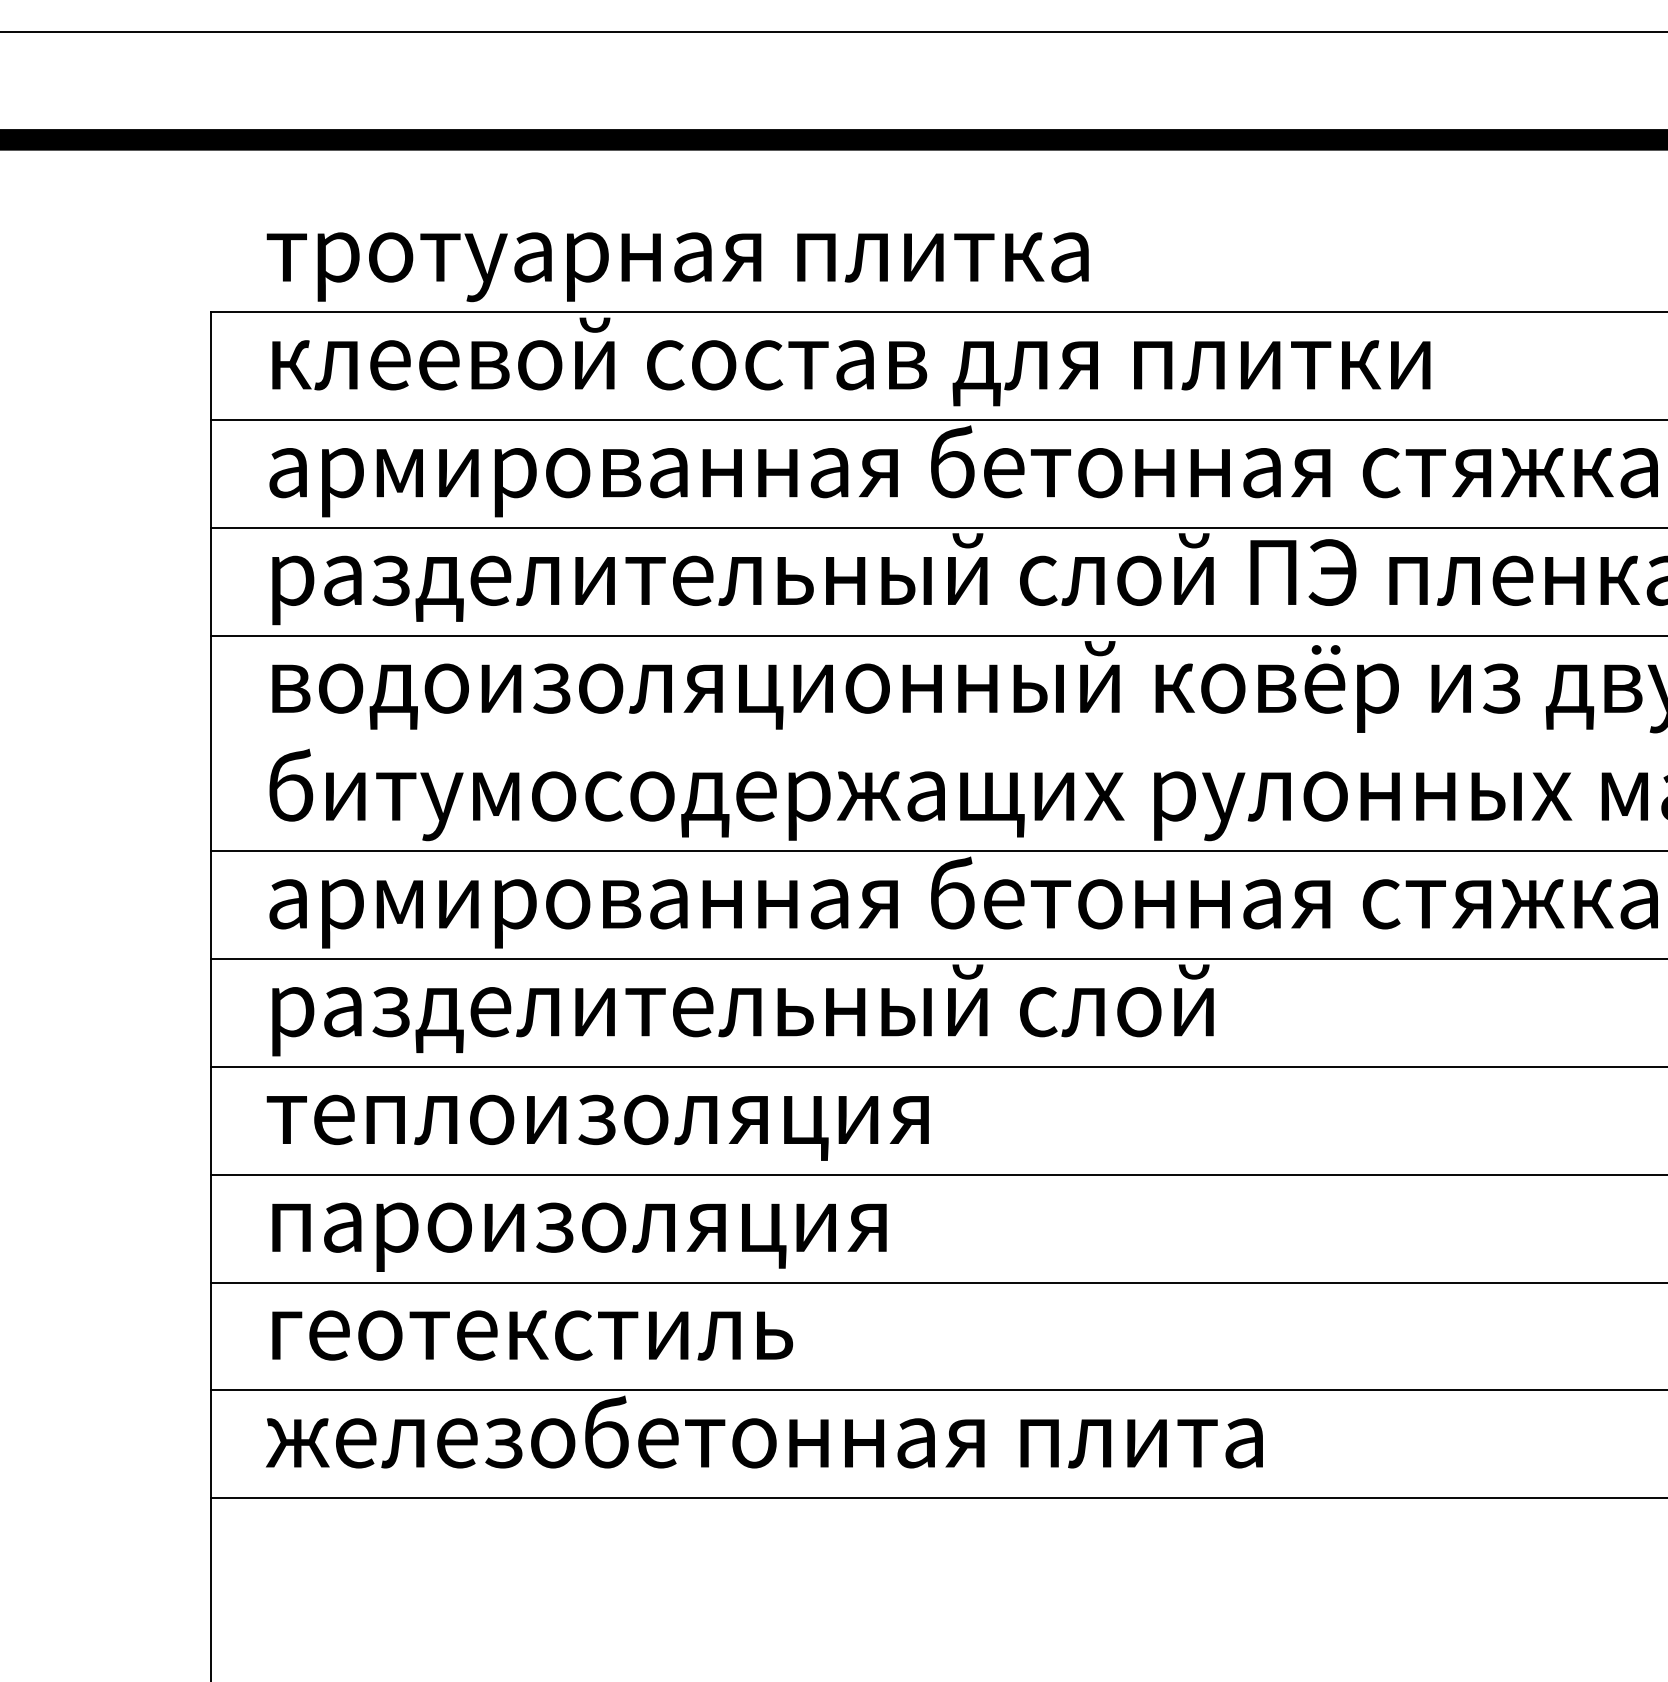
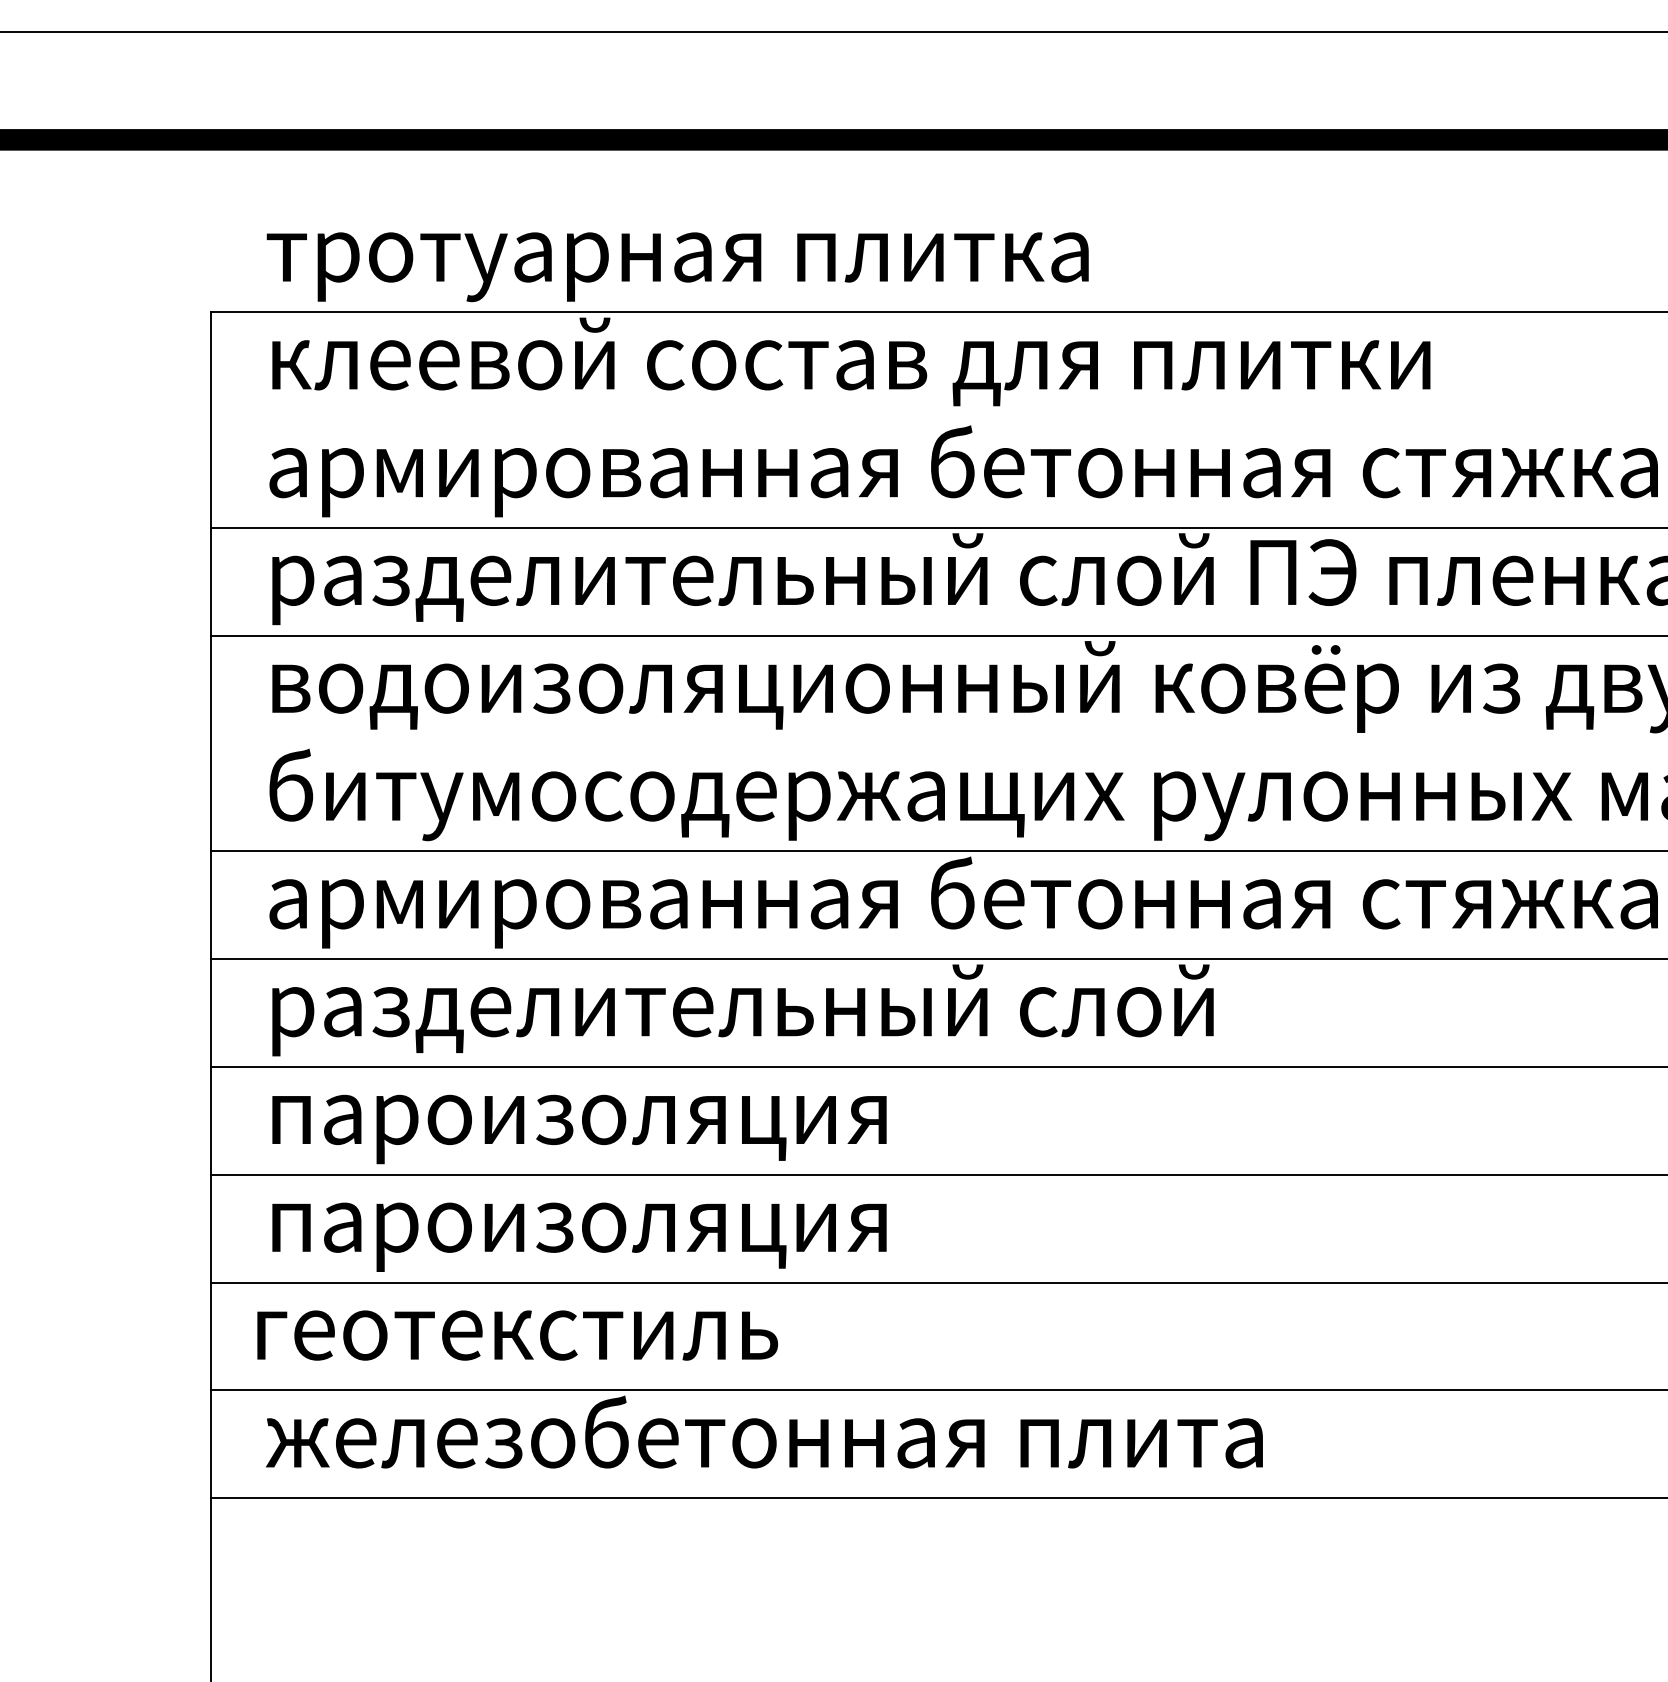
line at (937, 420): present -> none
text at (597, 1129): теплоизоляция -> пароизоляция
text at (532, 1335) position: (532, 1335) -> (517, 1335)
